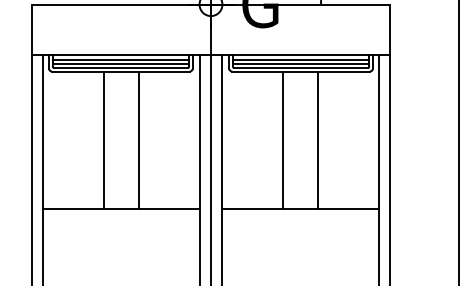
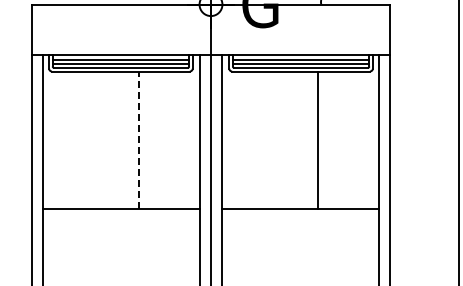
line at (104, 139): present -> none
line at (283, 139): present -> none
line at (138, 140): solid -> dashed
